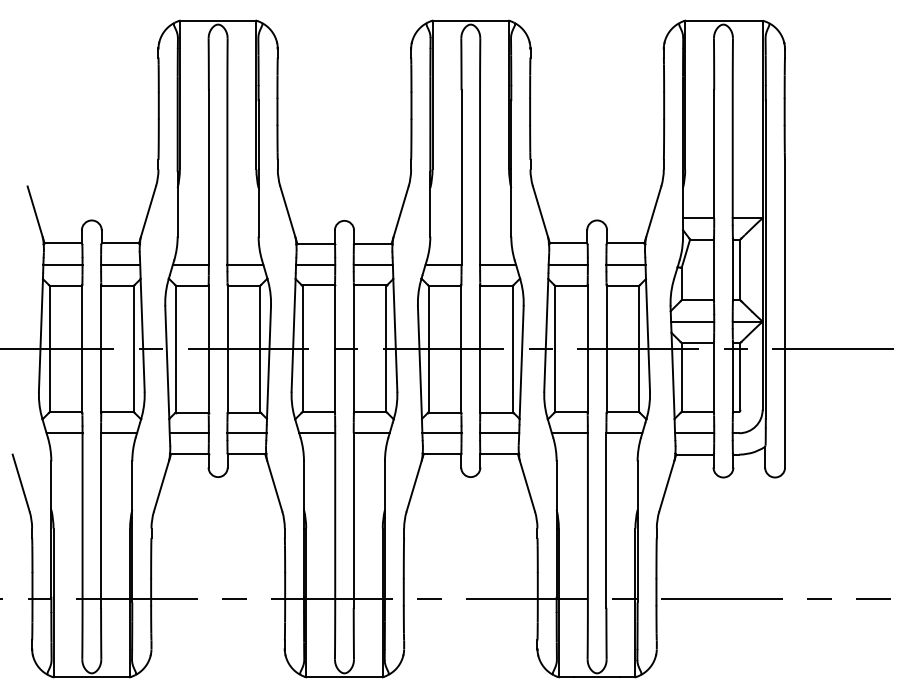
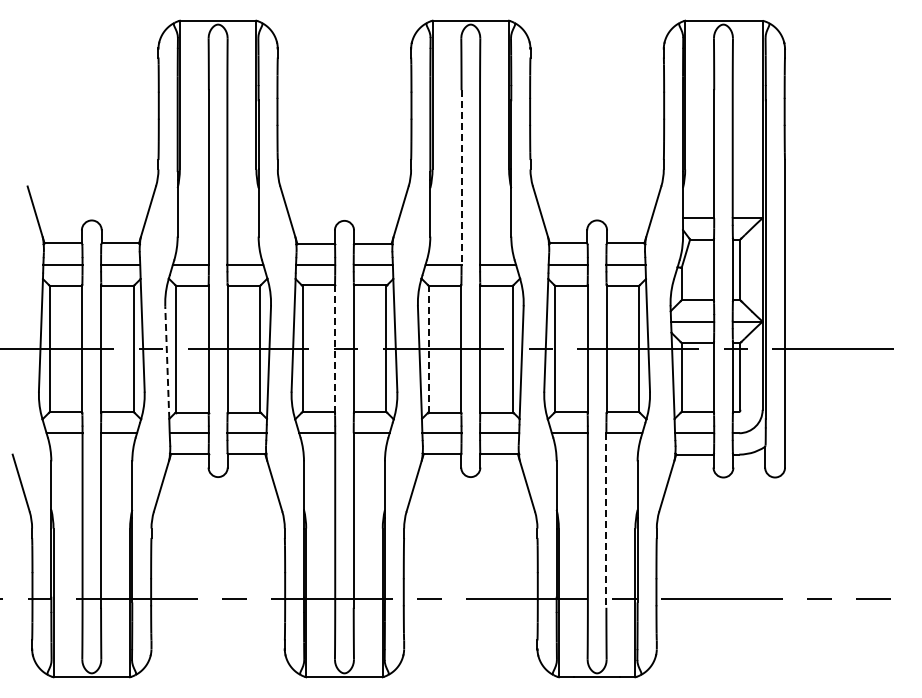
line at (461, 177): solid -> dashed
line at (429, 348): solid -> dashed
line at (334, 349): solid -> dashed
line at (167, 362): solid -> dashed
line at (606, 521): solid -> dashed
